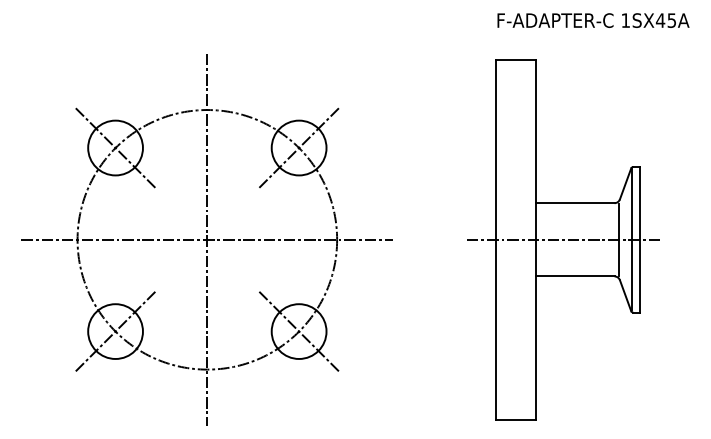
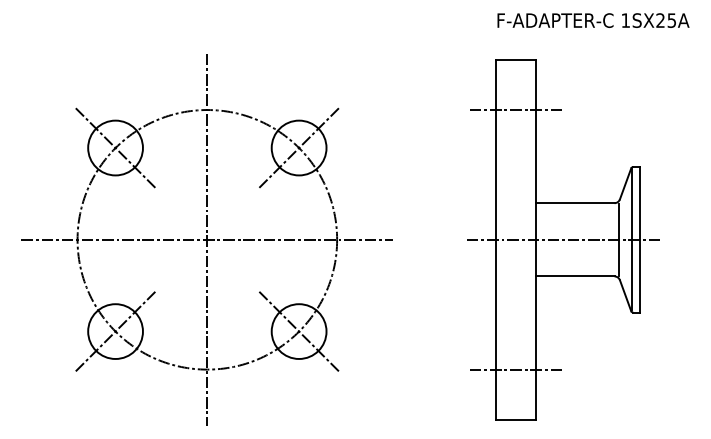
text at (660, 20): 1SX45A -> 1SX25A
line at (516, 110): none -> present
line at (516, 369): none -> present
